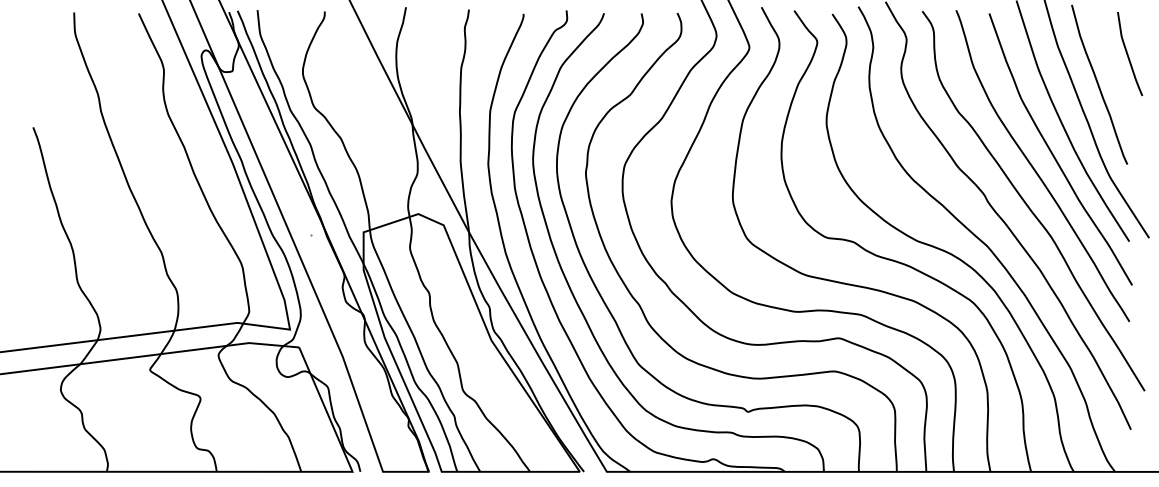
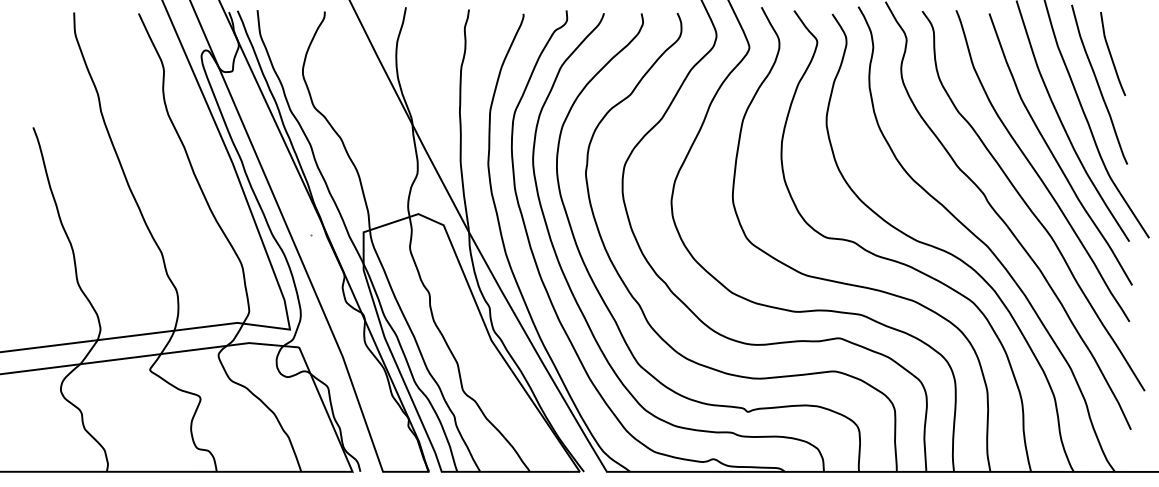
curve at (1128, 54) position: (1128, 54) -> (1111, 54)
